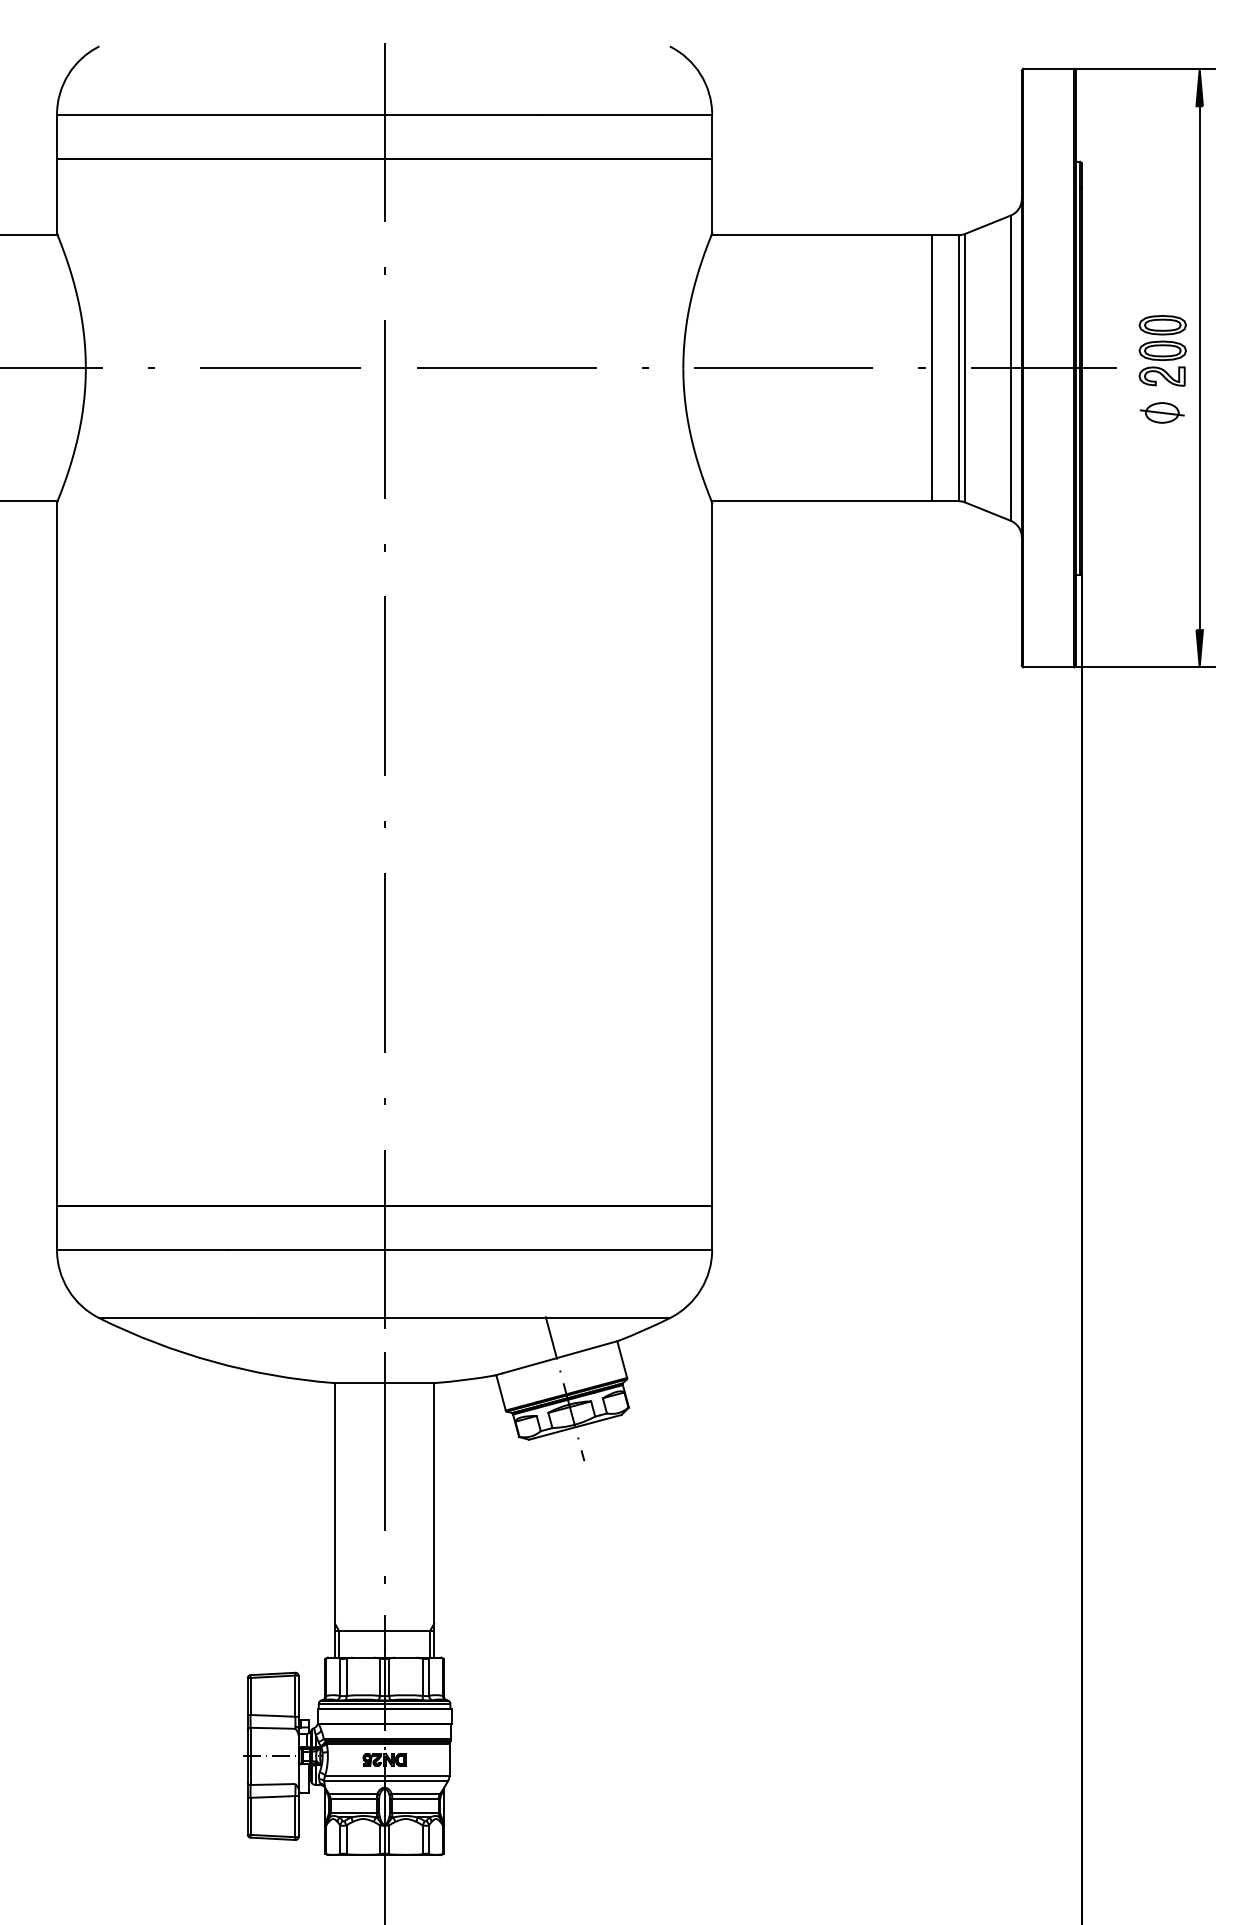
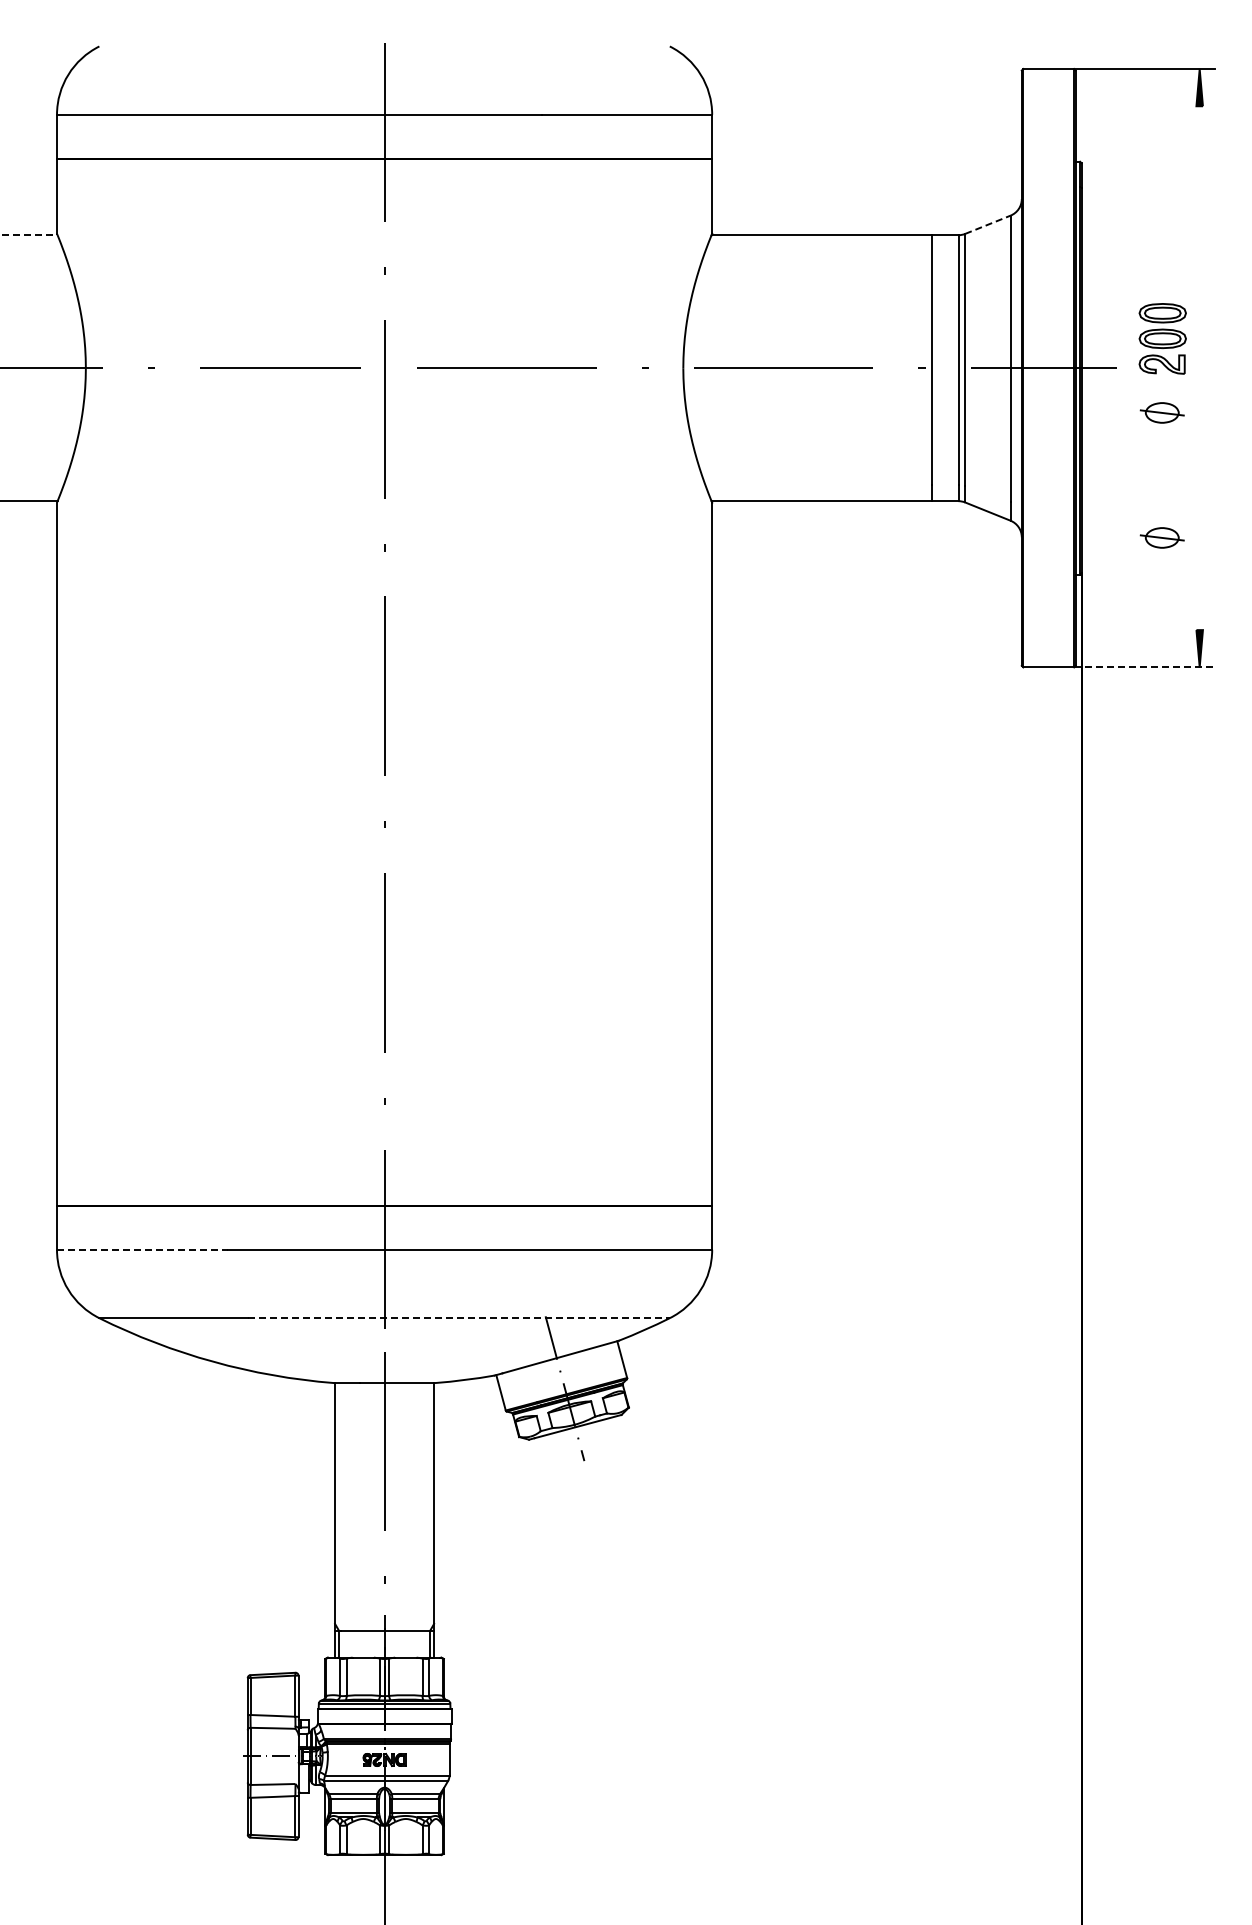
line at (988, 224): solid -> dashed
line at (29, 235): solid -> dashed
part at (1162, 350) position: (1162, 350) -> (1162, 338)
line at (1199, 368): present -> none
part at (1161, 537): none -> present
line at (1144, 667): solid -> dashed
line at (142, 1249): solid -> dashed
line at (458, 1318): solid -> dashed
